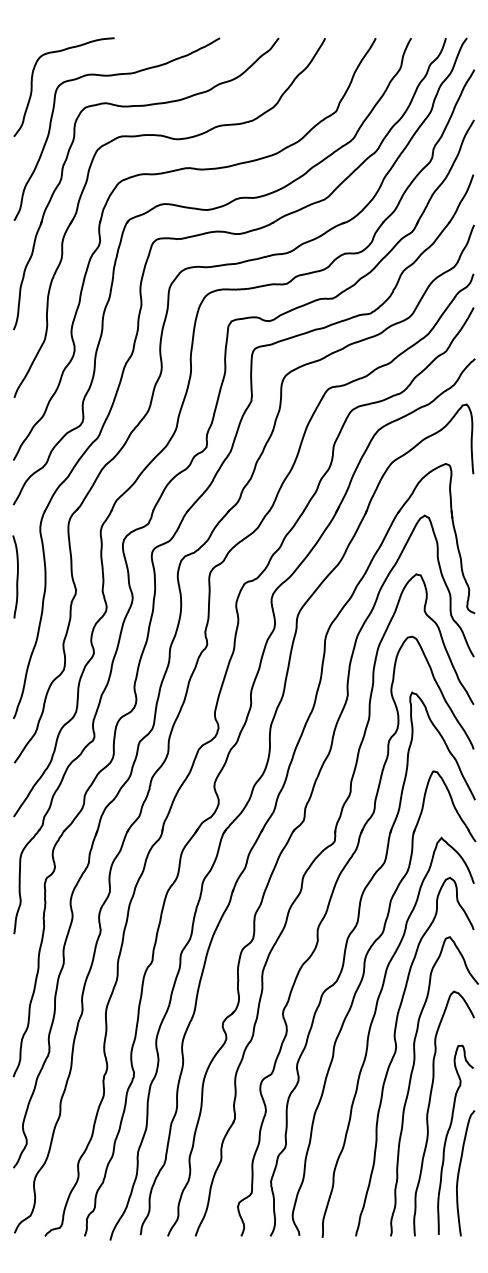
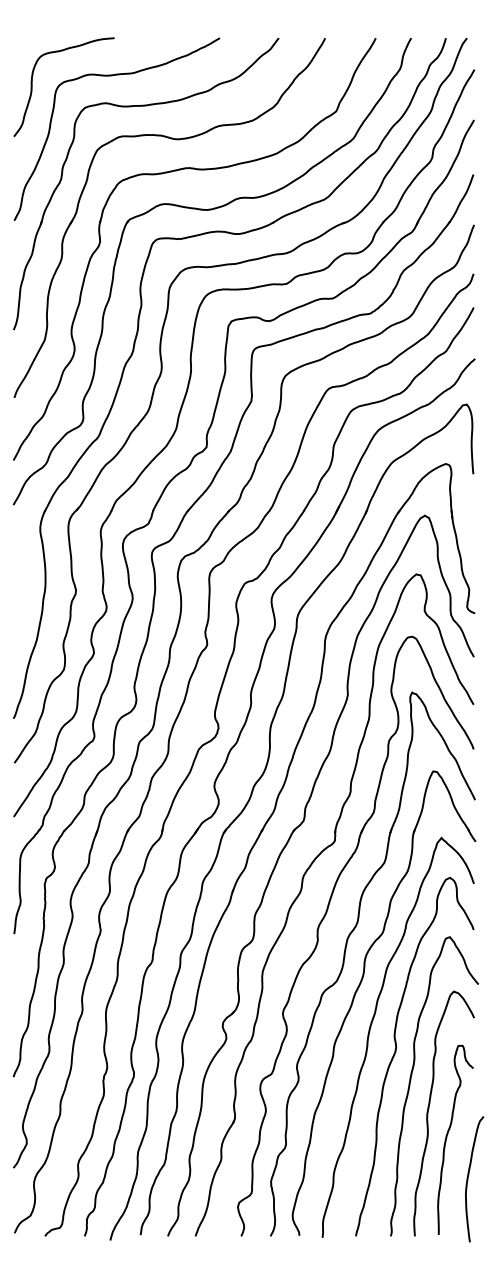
curve at (16, 576): present -> none
curve at (459, 1173) position: (459, 1173) -> (468, 1179)
